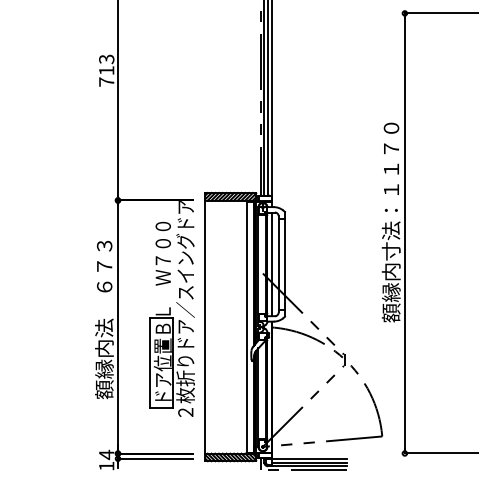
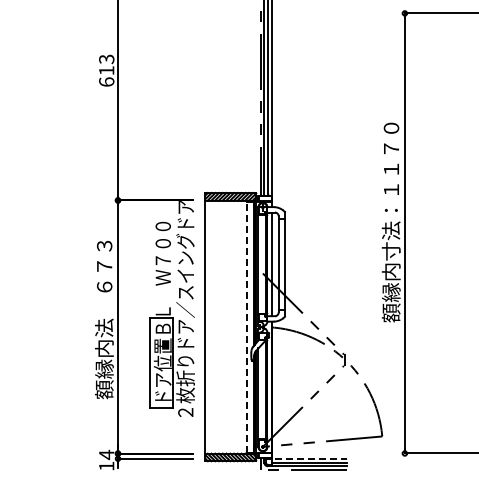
text at (106, 81): 713 -> 613
line at (247, 326): solid -> dashed
line at (306, 458): solid -> dashed
